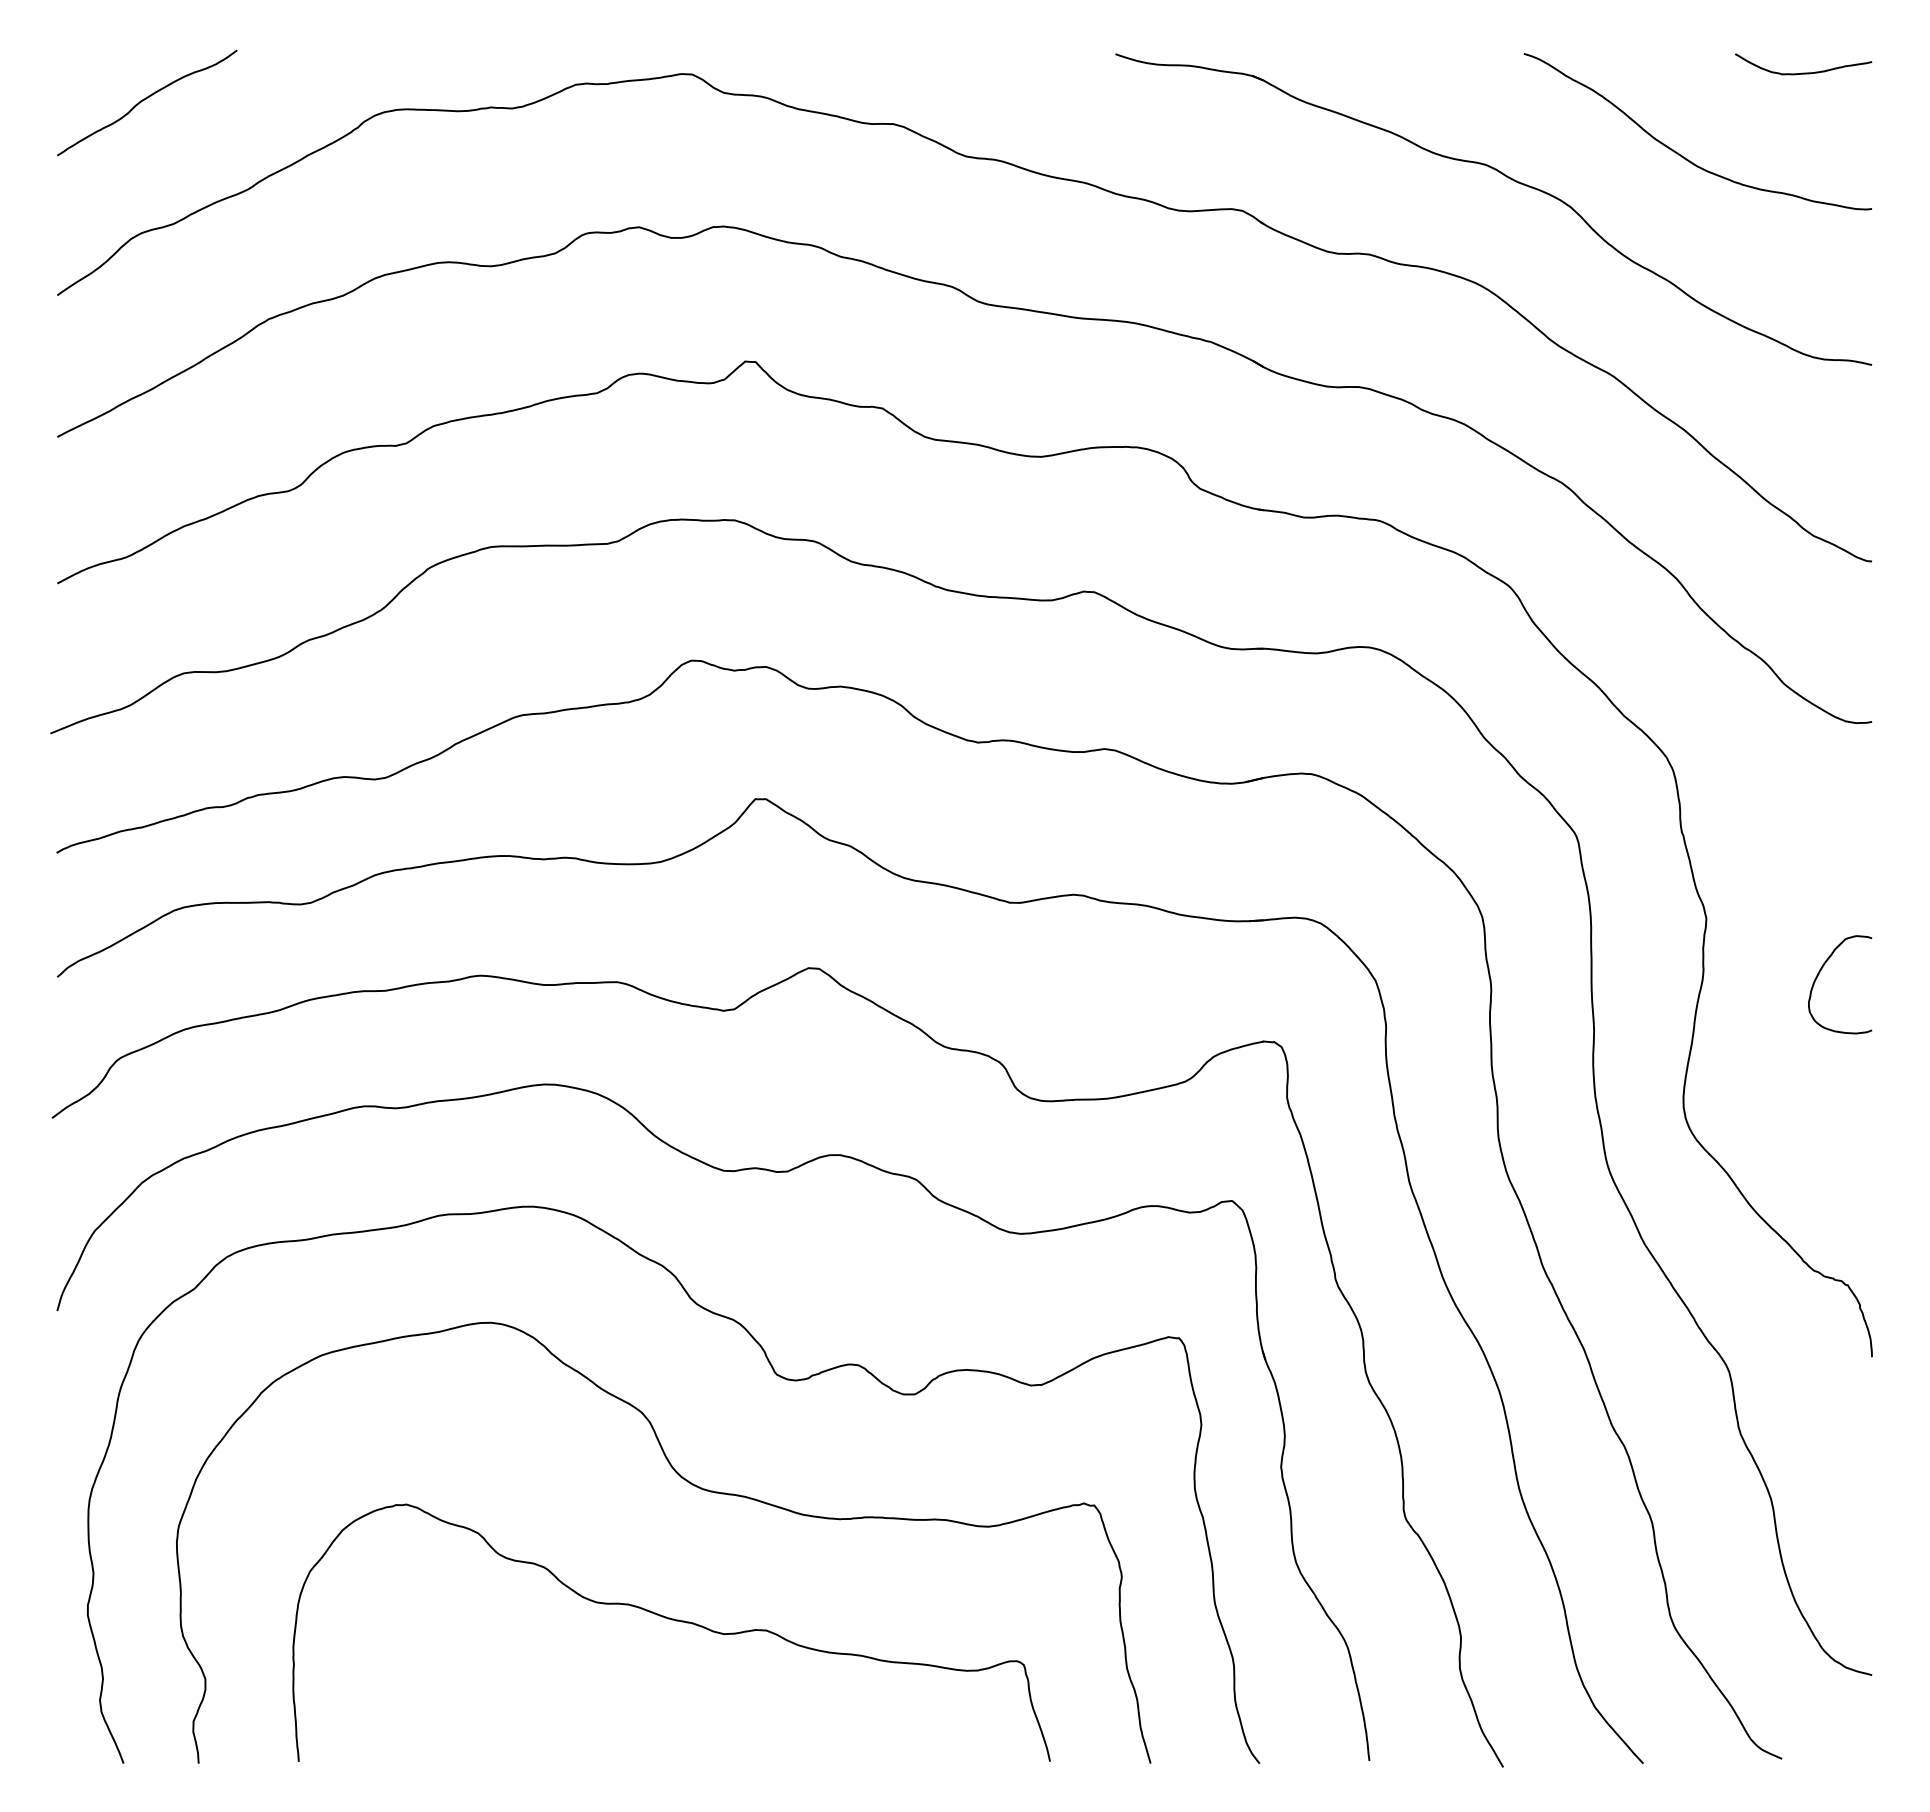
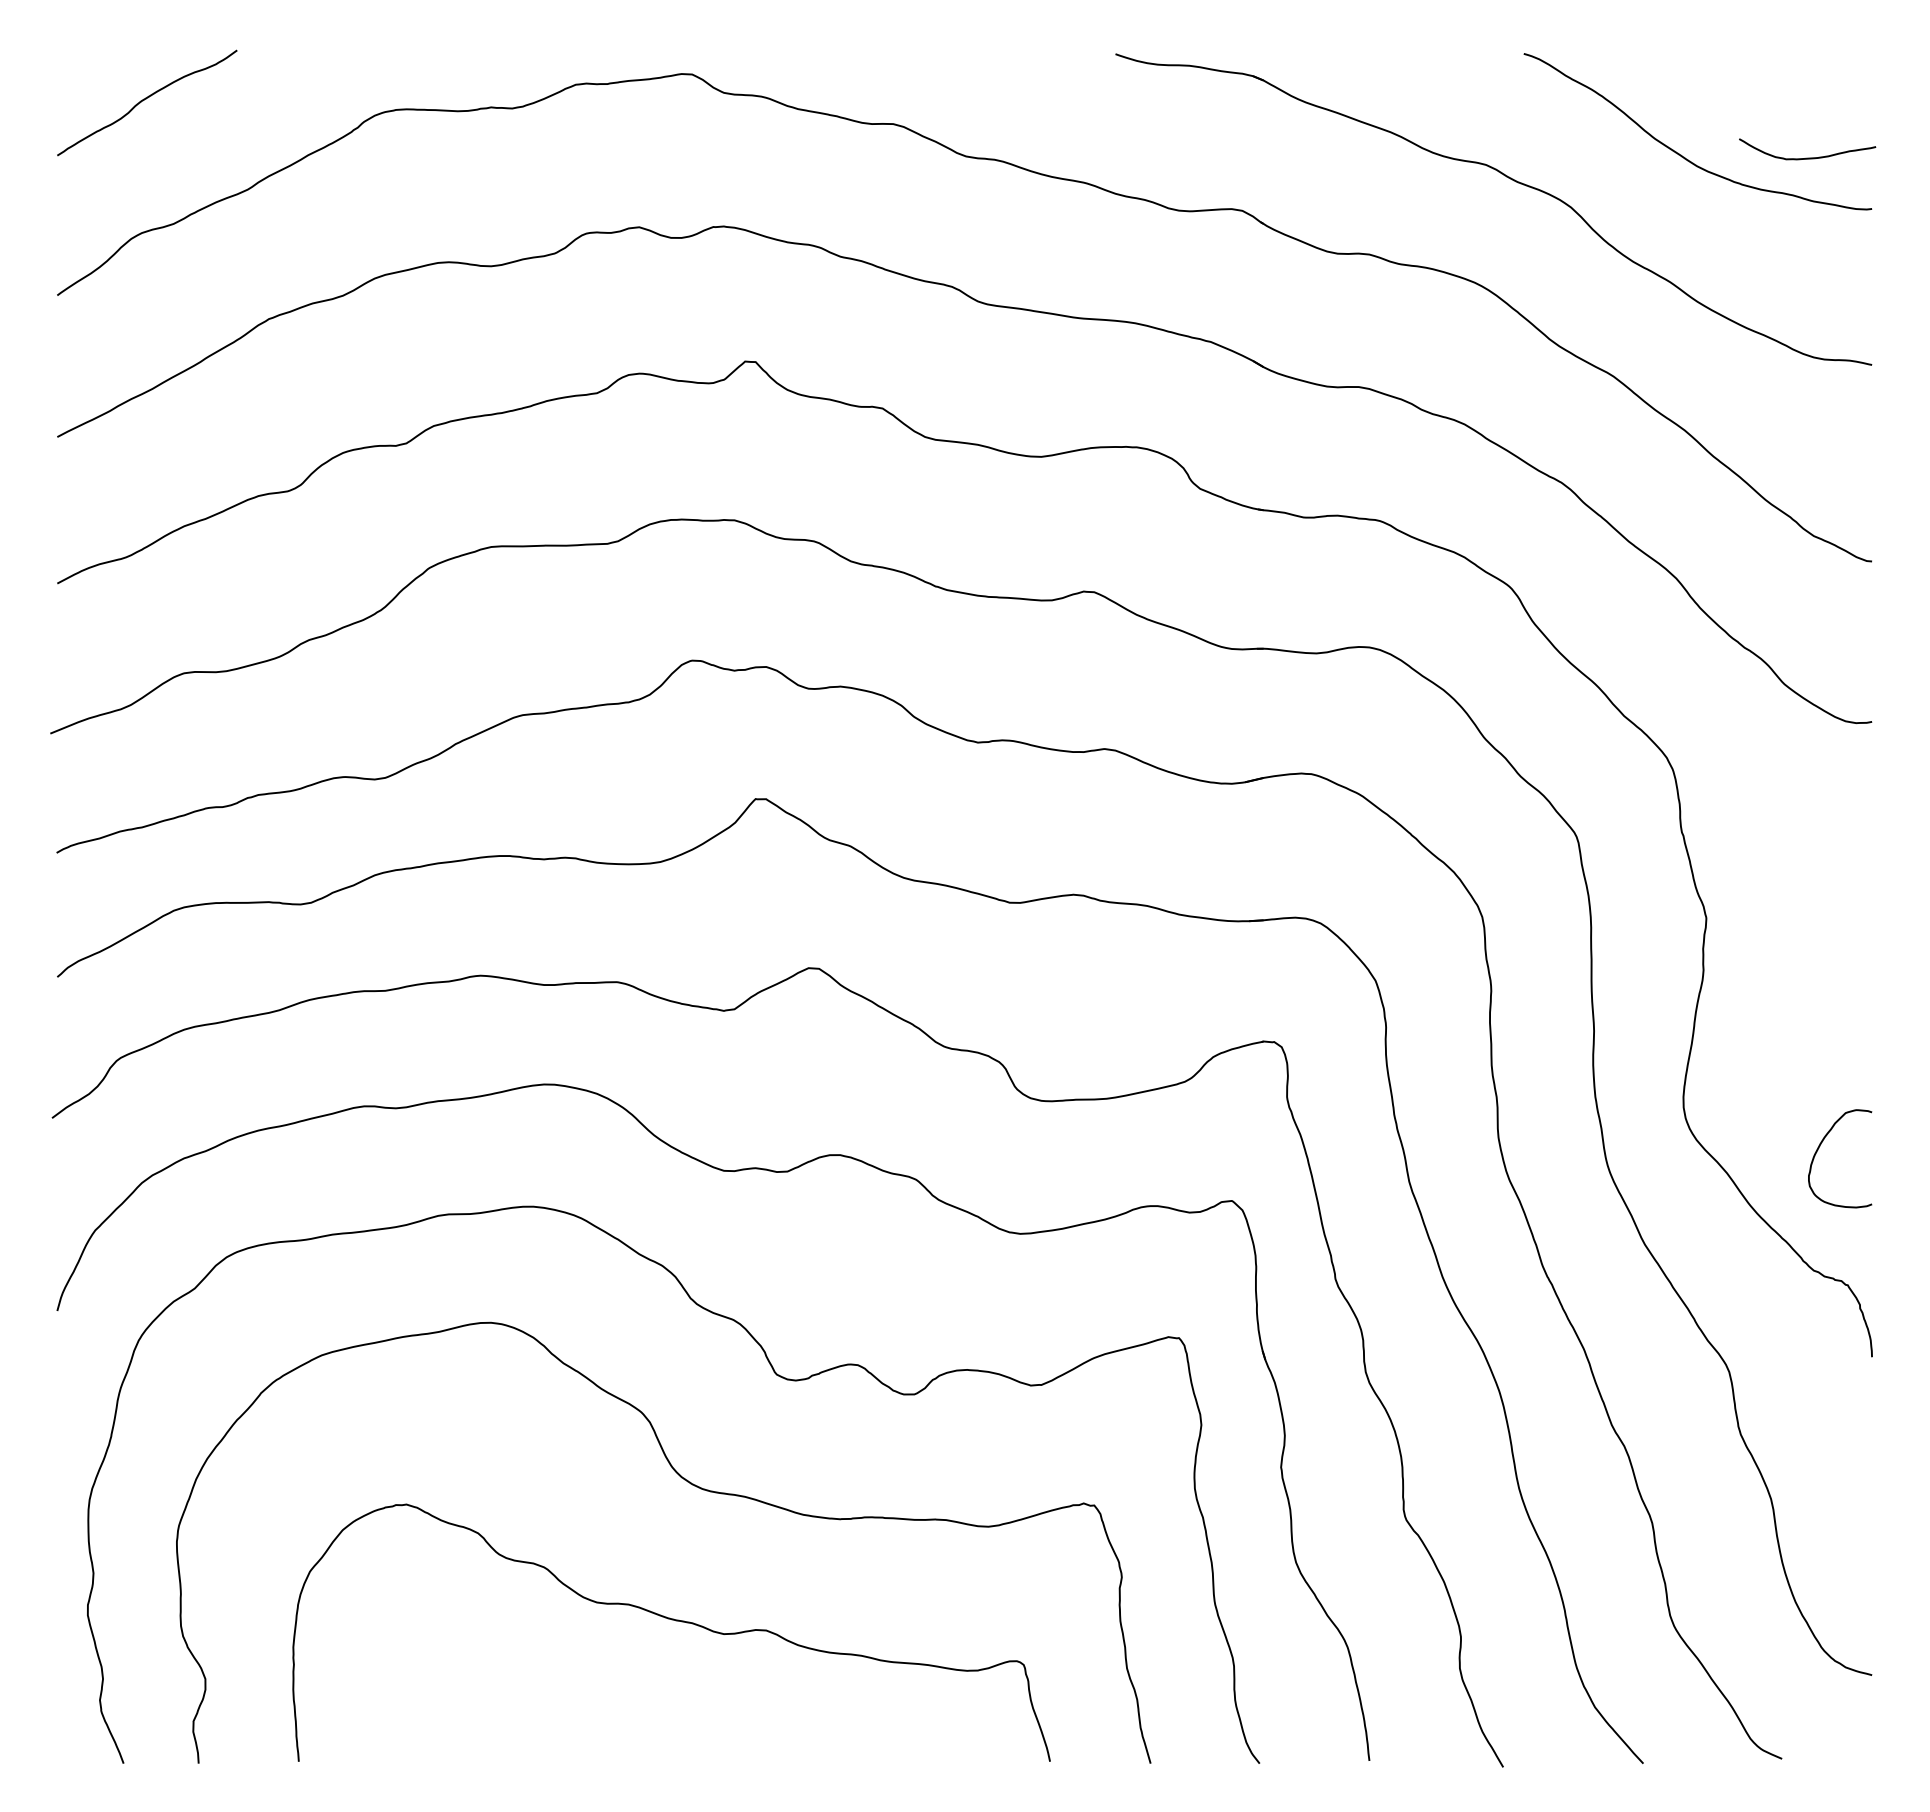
curve at (1803, 72) position: (1803, 72) -> (1807, 157)
curve at (1819, 974) position: (1819, 974) -> (1819, 1148)
